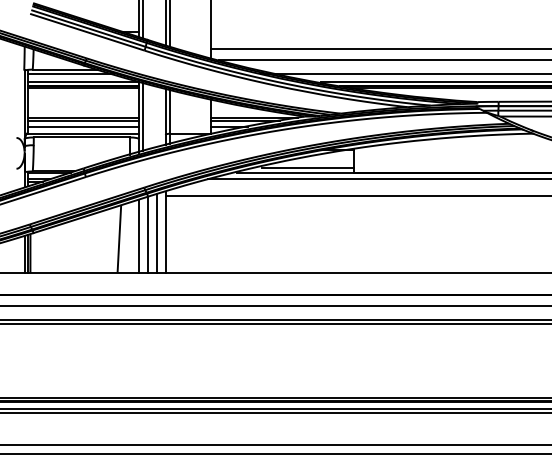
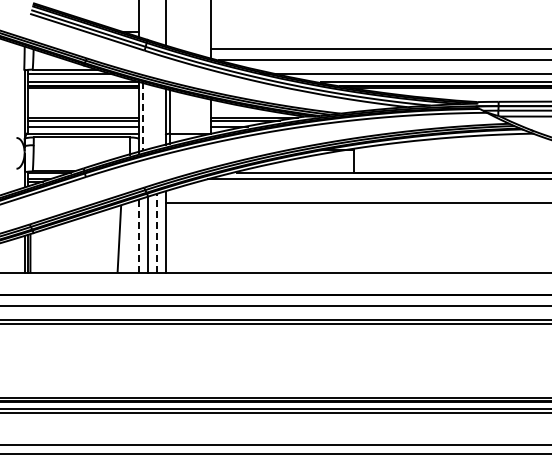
line at (143, 20): present -> none
line at (170, 24): present -> none
line at (143, 116): solid -> dashed
line at (308, 167): present -> none
line at (356, 195) position: (356, 195) -> (356, 202)
line at (156, 232): solid -> dashed
line at (138, 236): solid -> dashed
